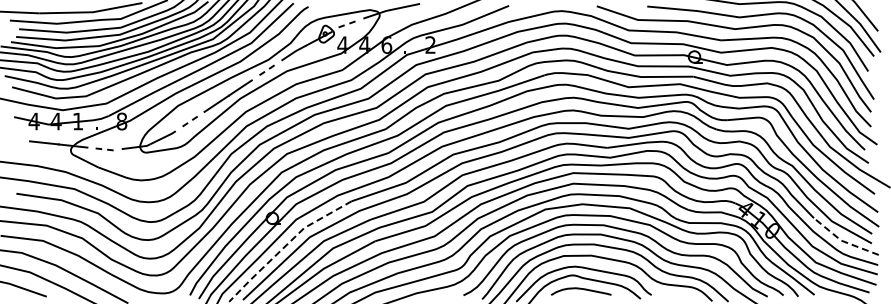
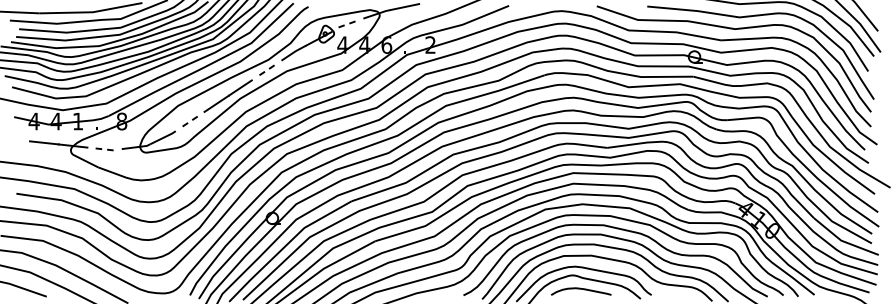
line at (843, 241): dashed -> solid
line at (285, 245): dashed -> solid
